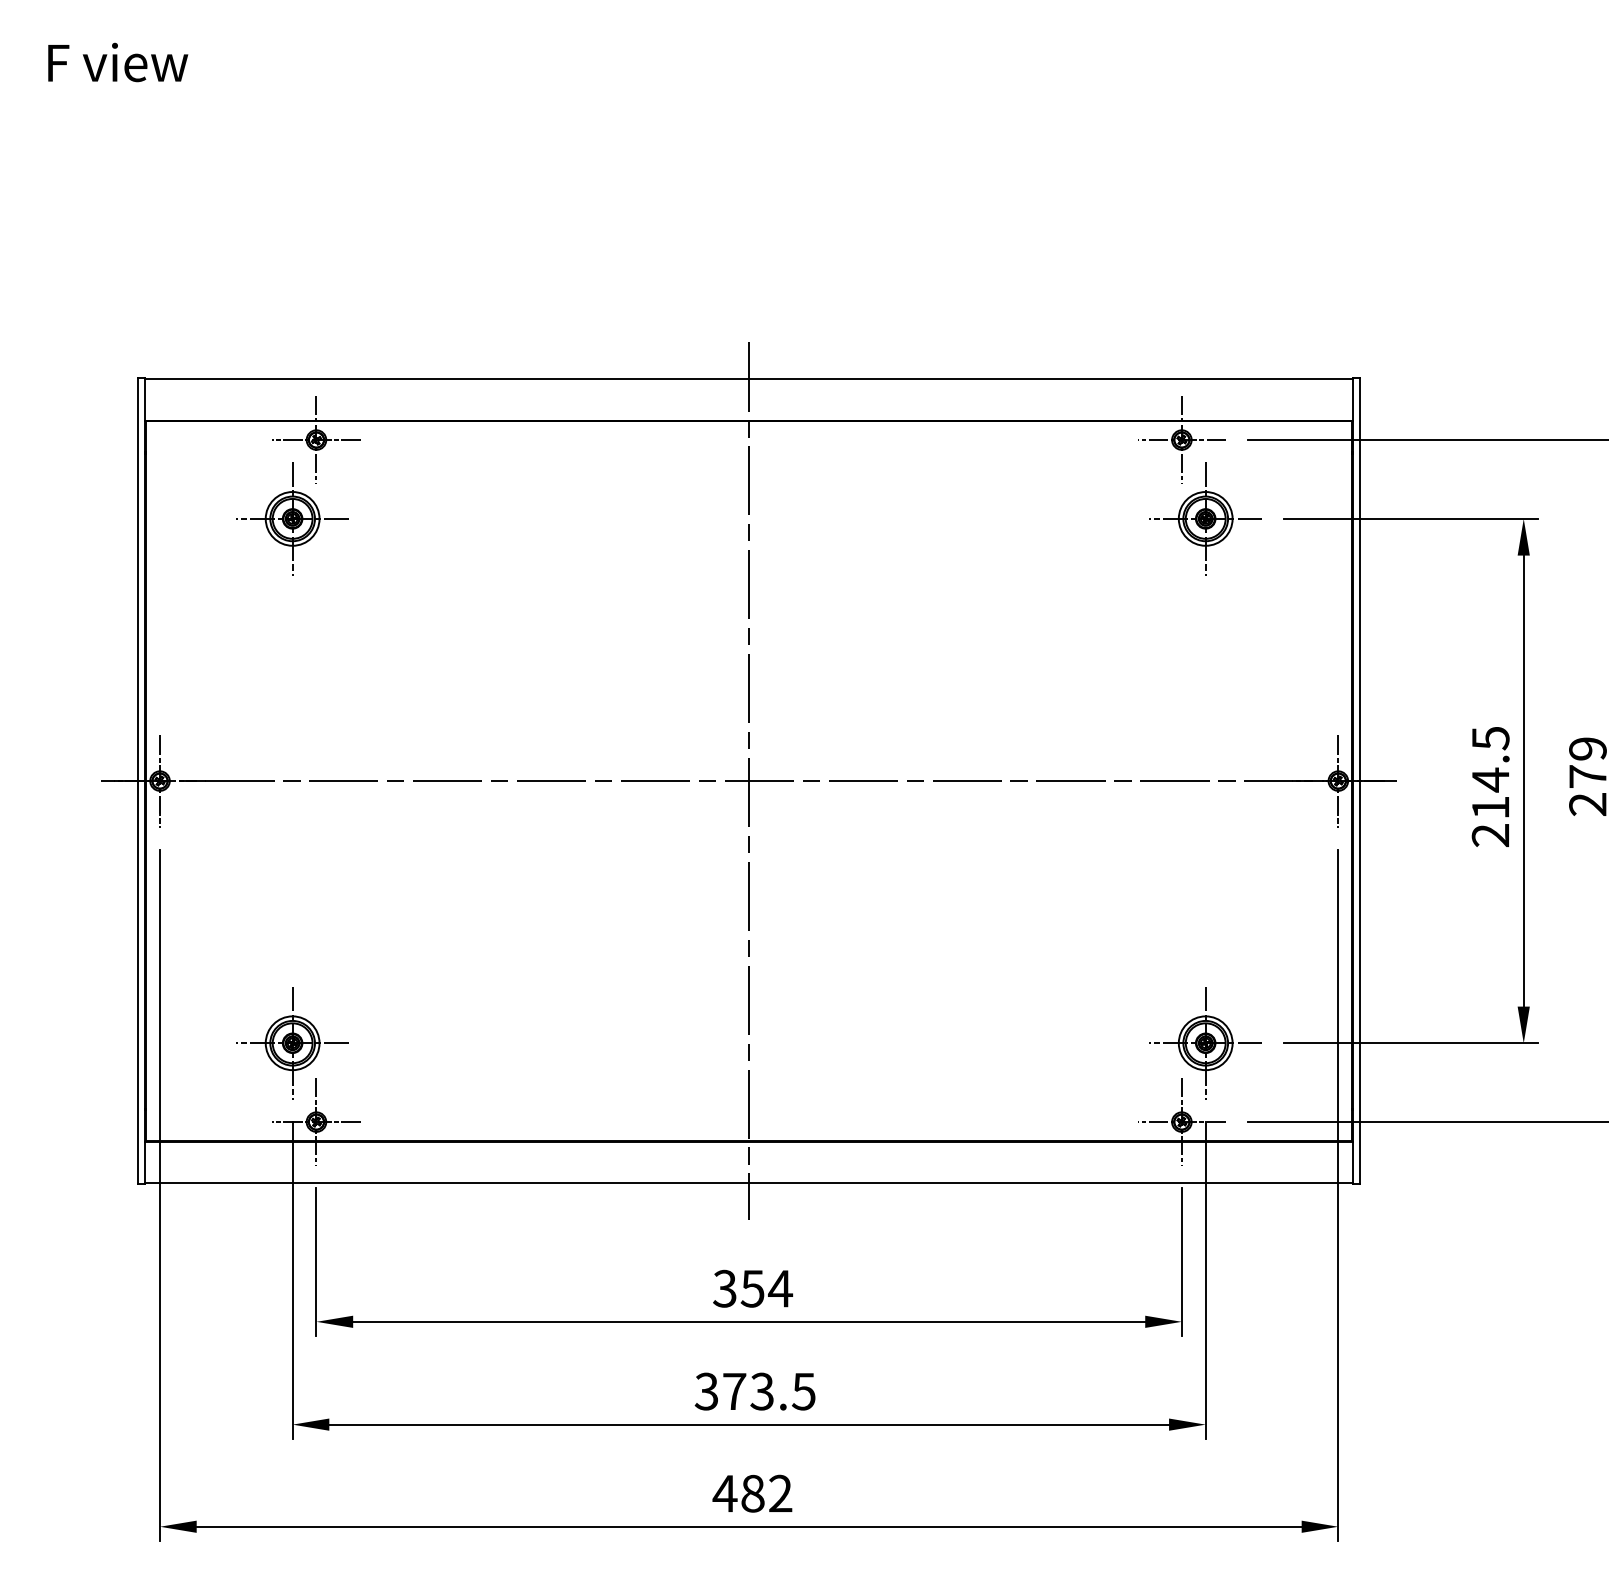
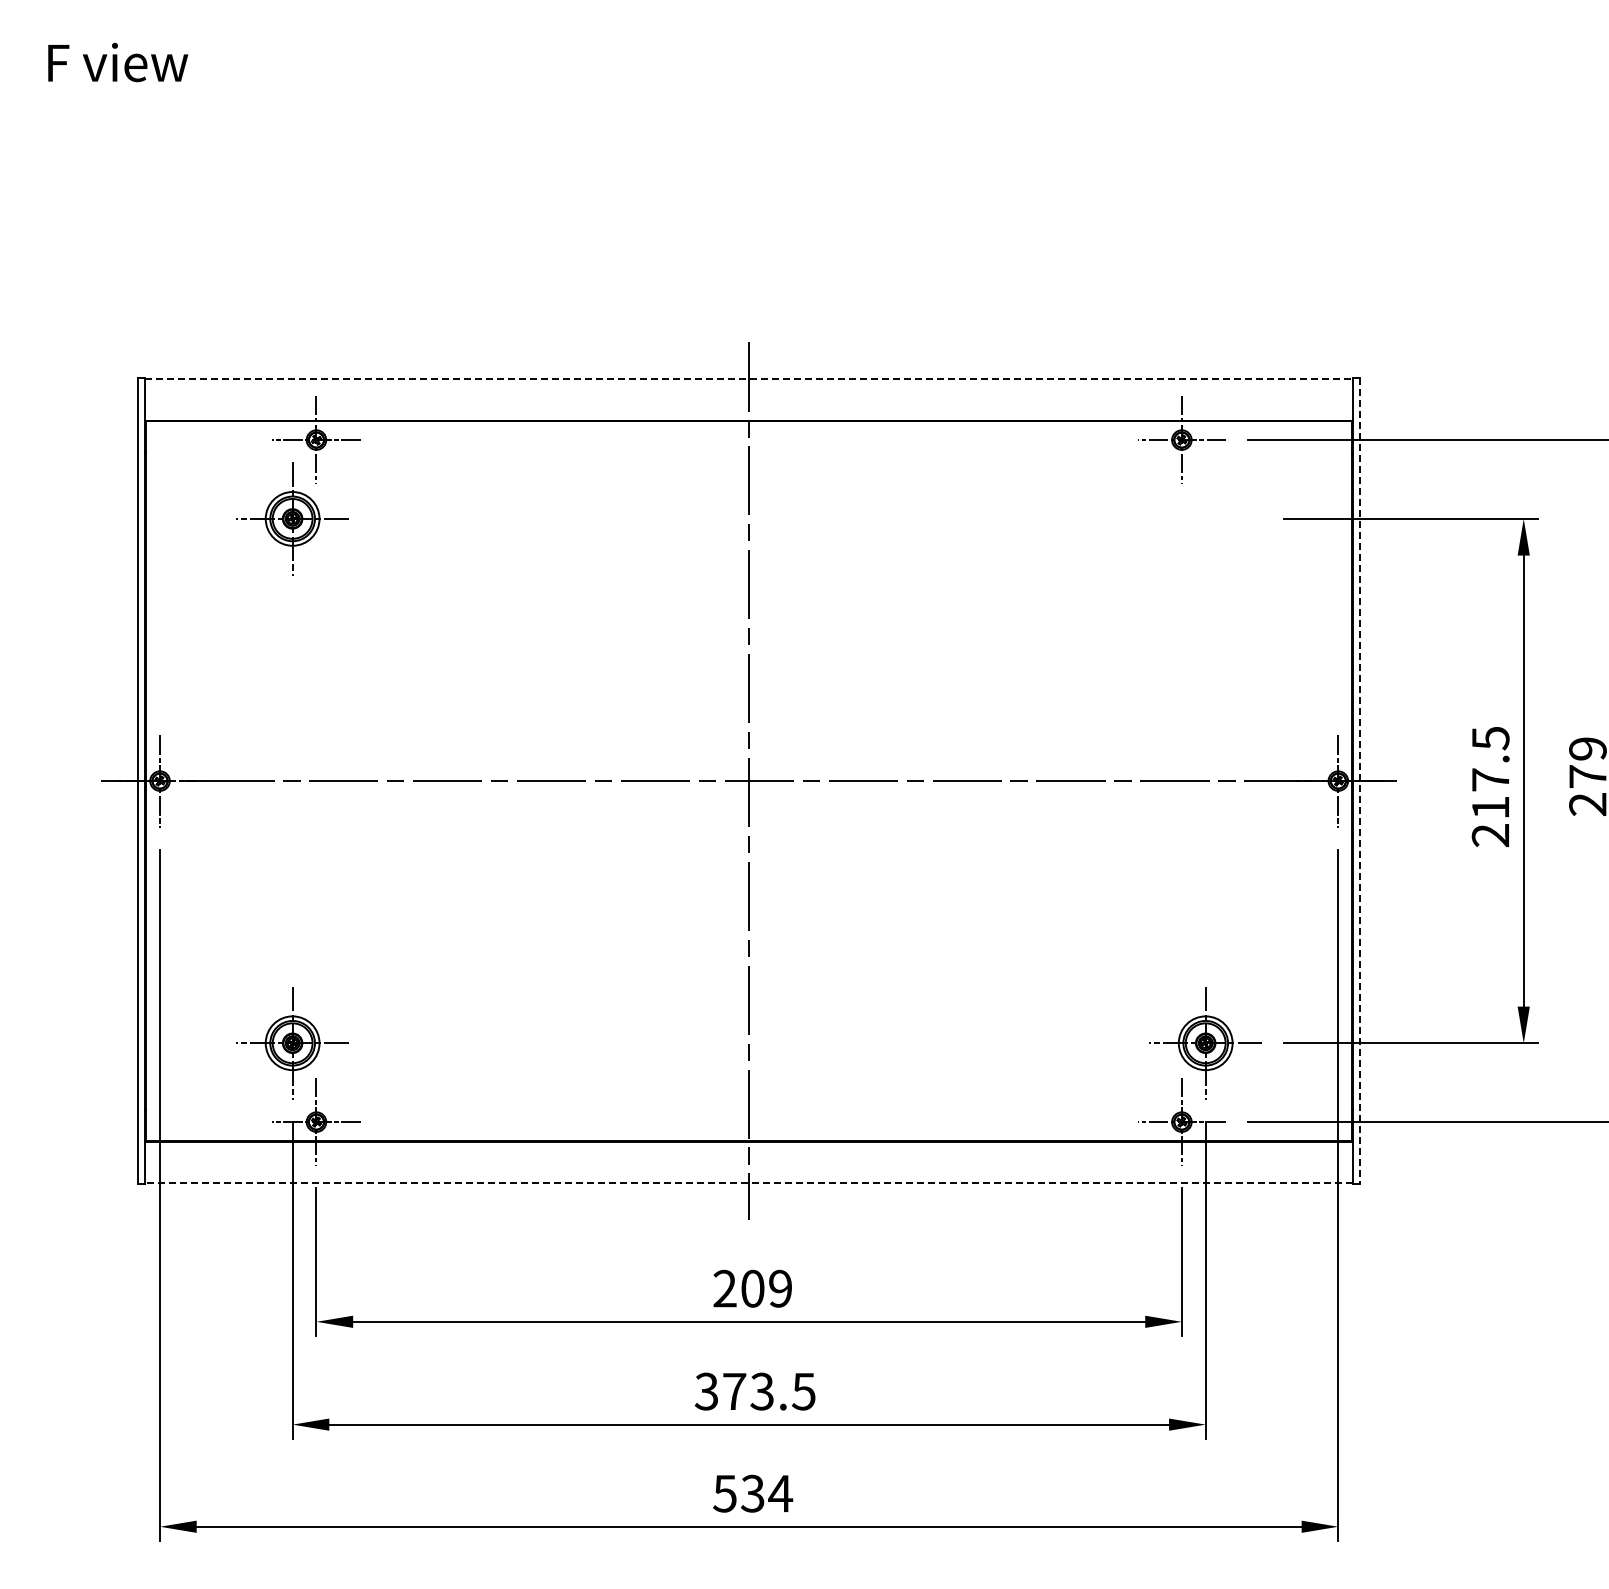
line at (749, 378): solid -> dashed
part at (1205, 518): present -> none
text at (1490, 779): 214.5 -> 217.5
line at (1360, 781): solid -> dashed
line at (749, 1183): solid -> dashed
text at (753, 1288): 354 -> 209
text at (752, 1493): 482 -> 534
